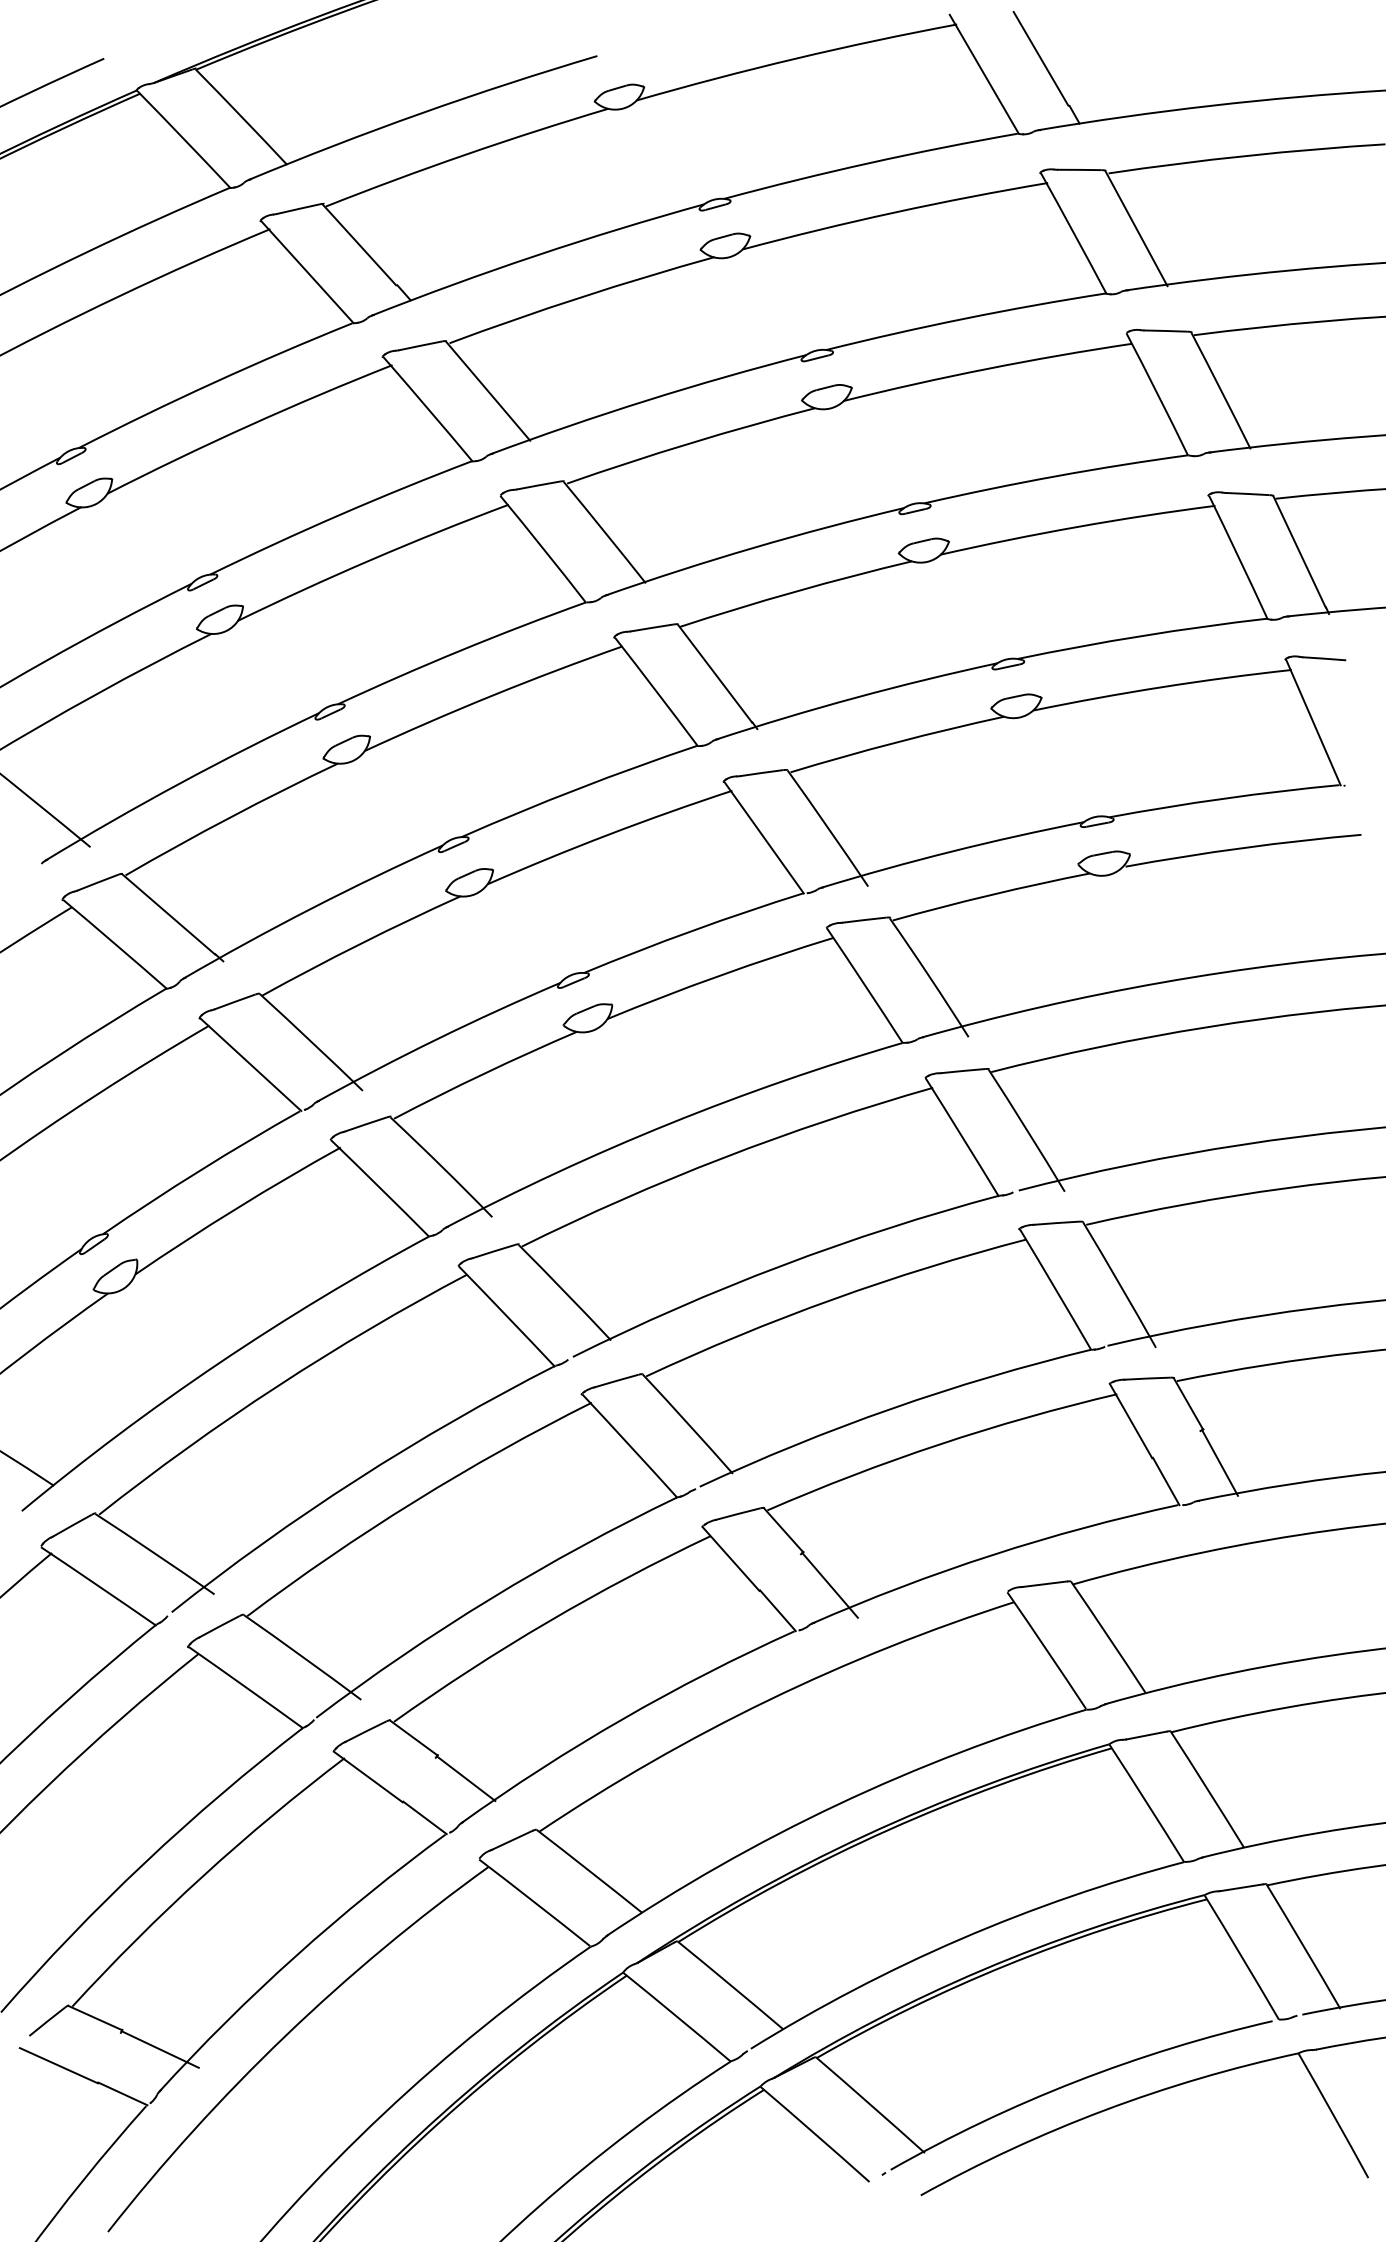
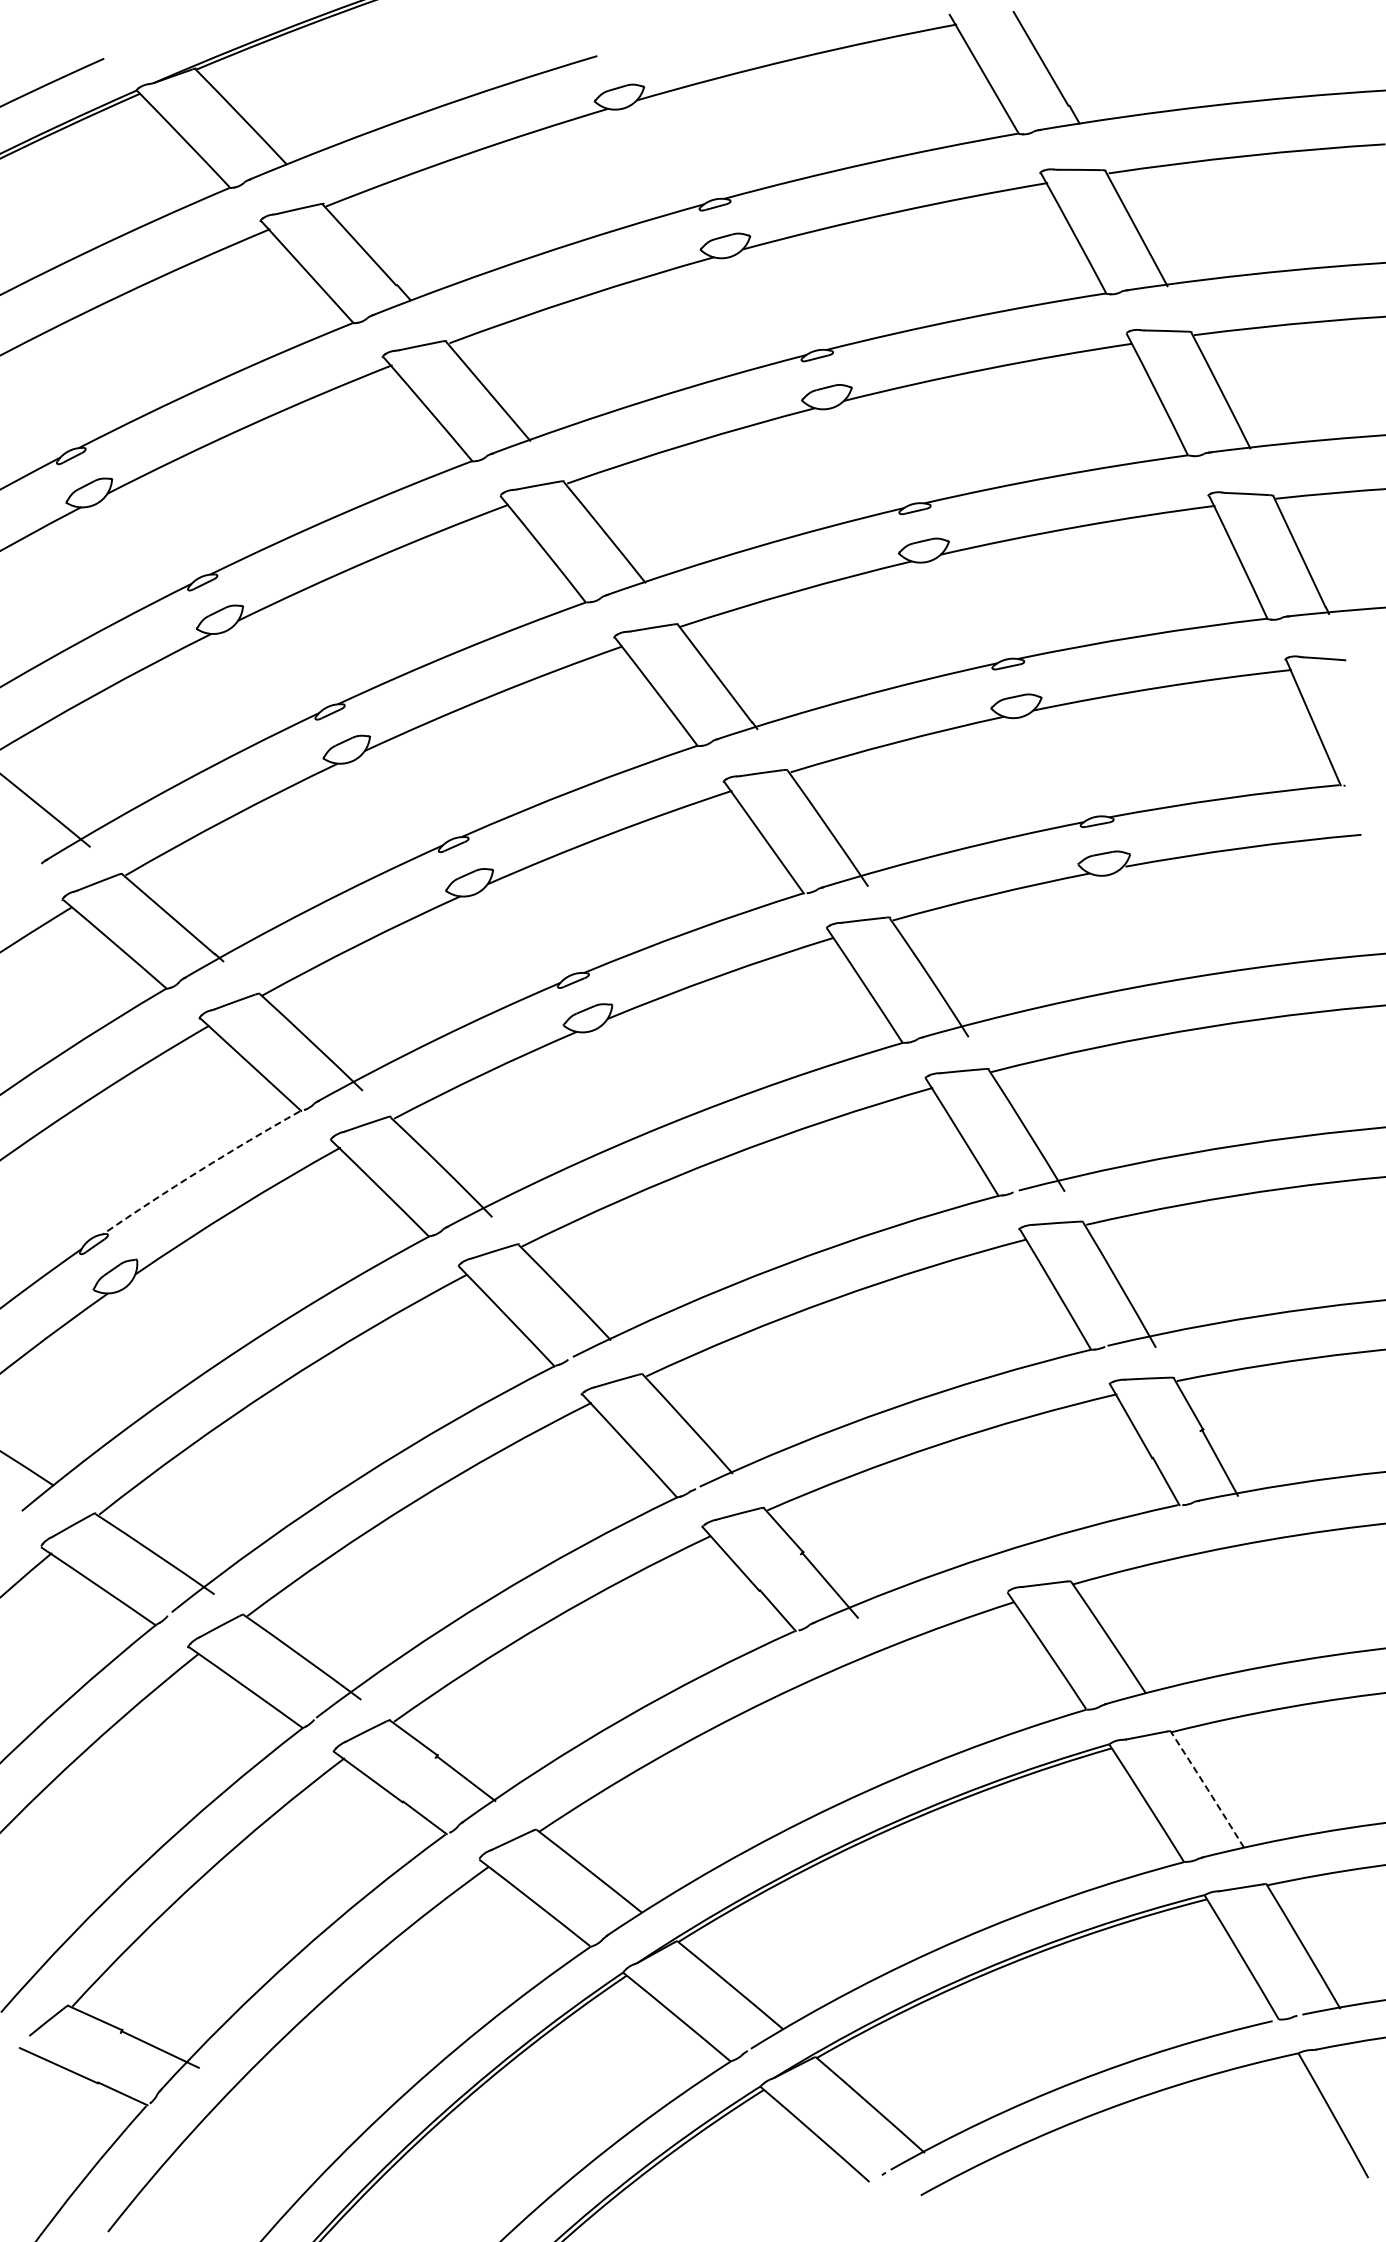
arc at (200, 1170): solid -> dashed
arc at (1207, 1789): solid -> dashed
